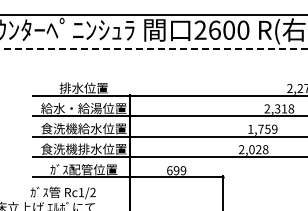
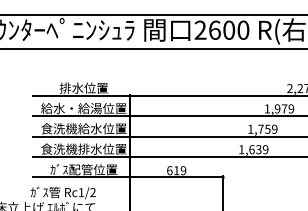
line at (154, 48): dashed -> solid
text at (279, 108): 2,318 -> 1,979
text at (253, 149): 2,028 -> 1,639
text at (176, 170): 699 -> 619
